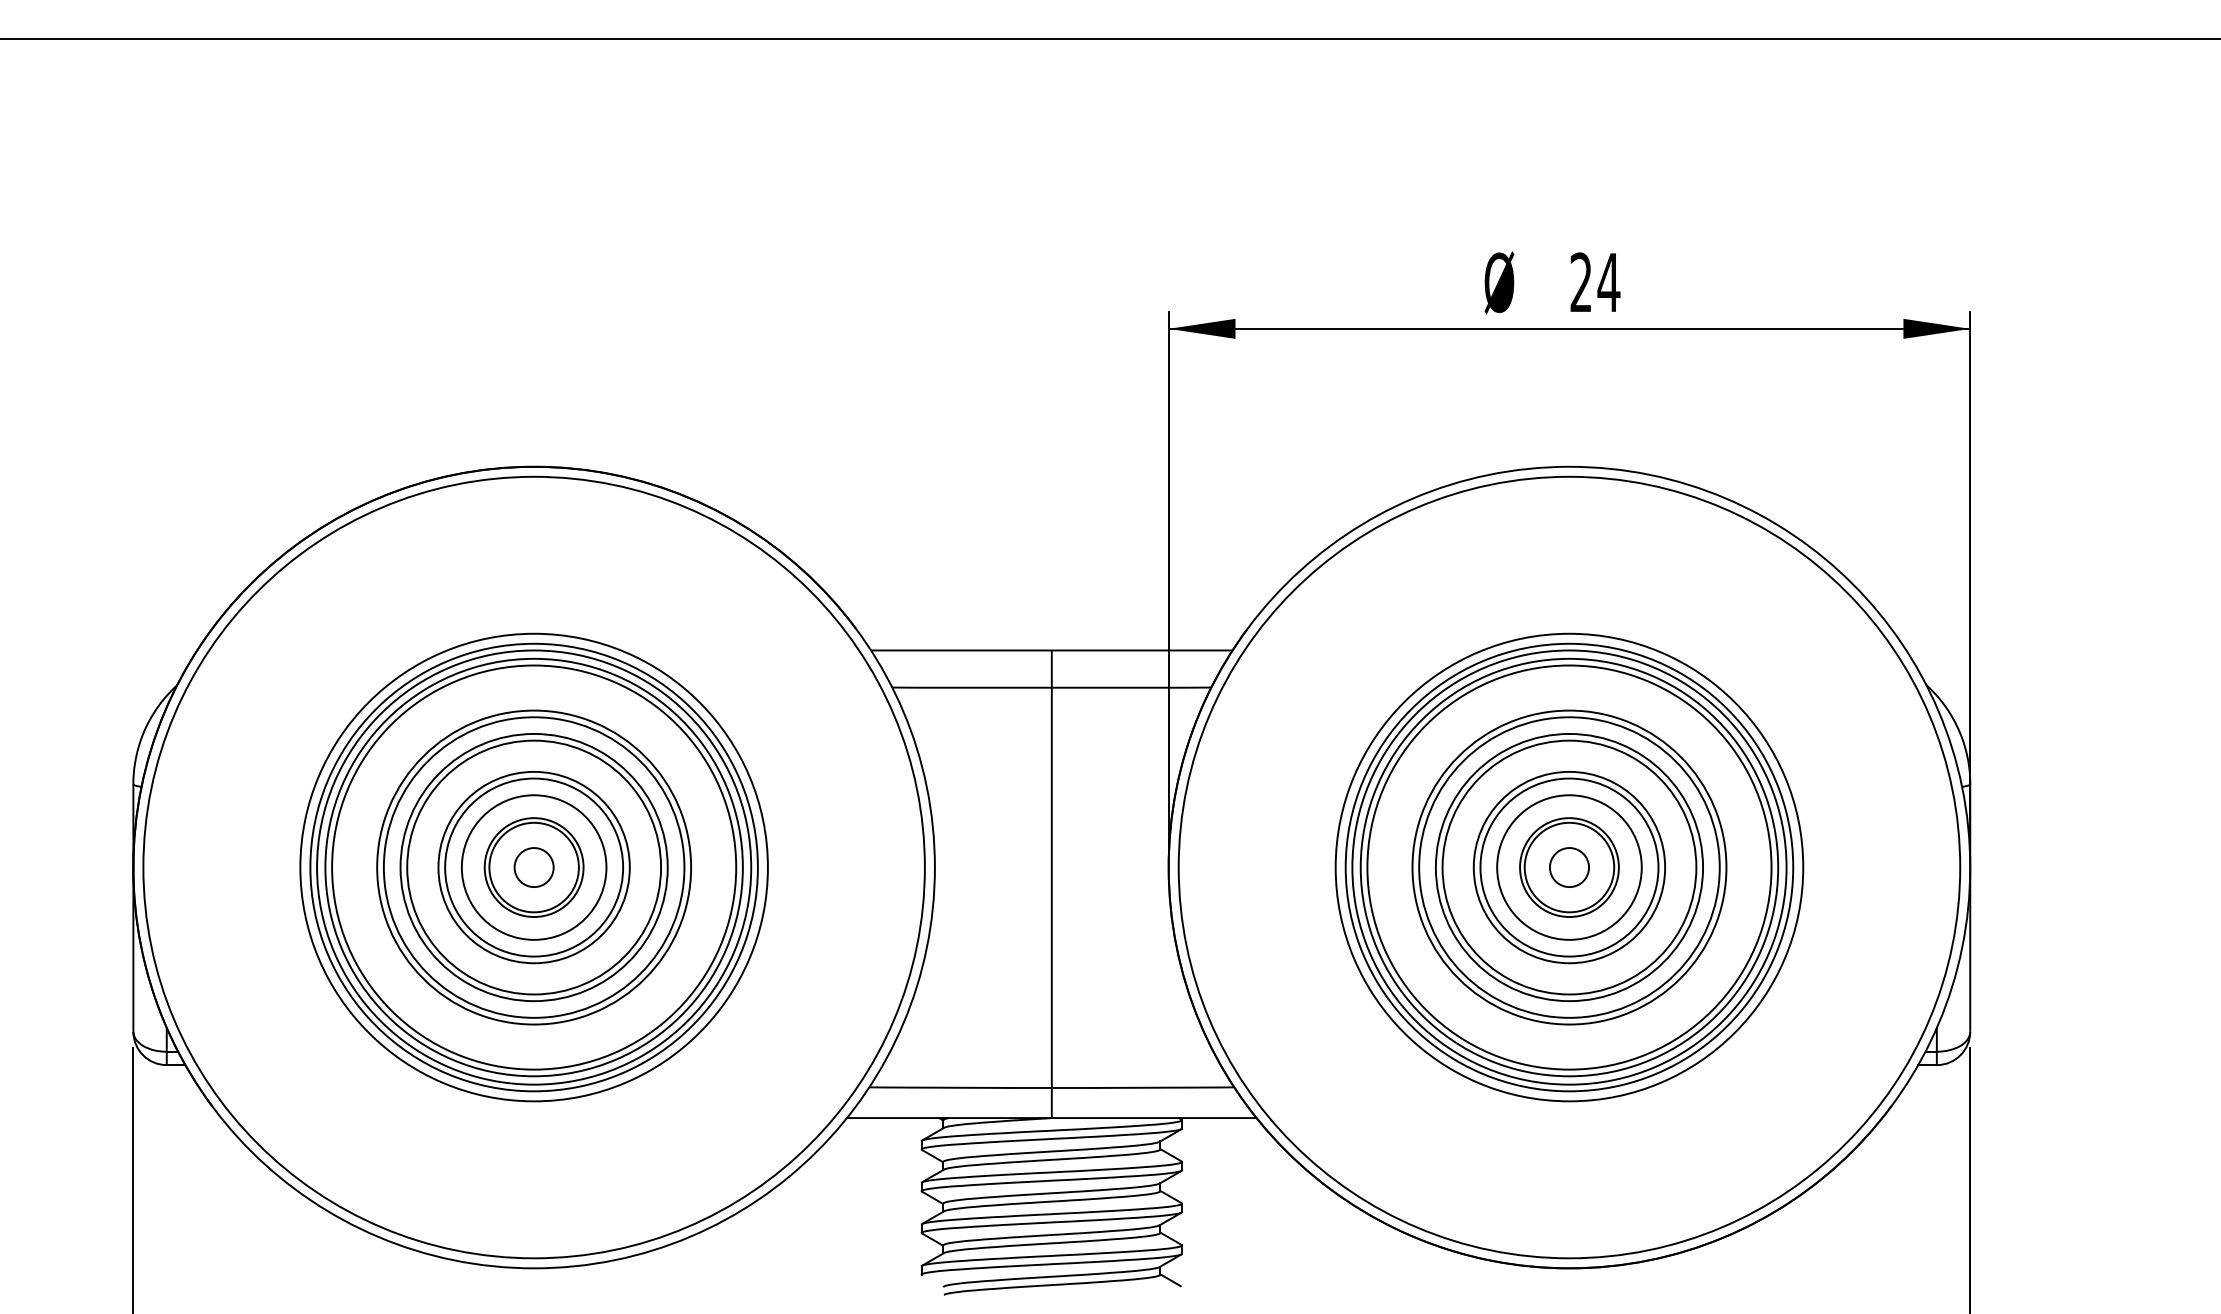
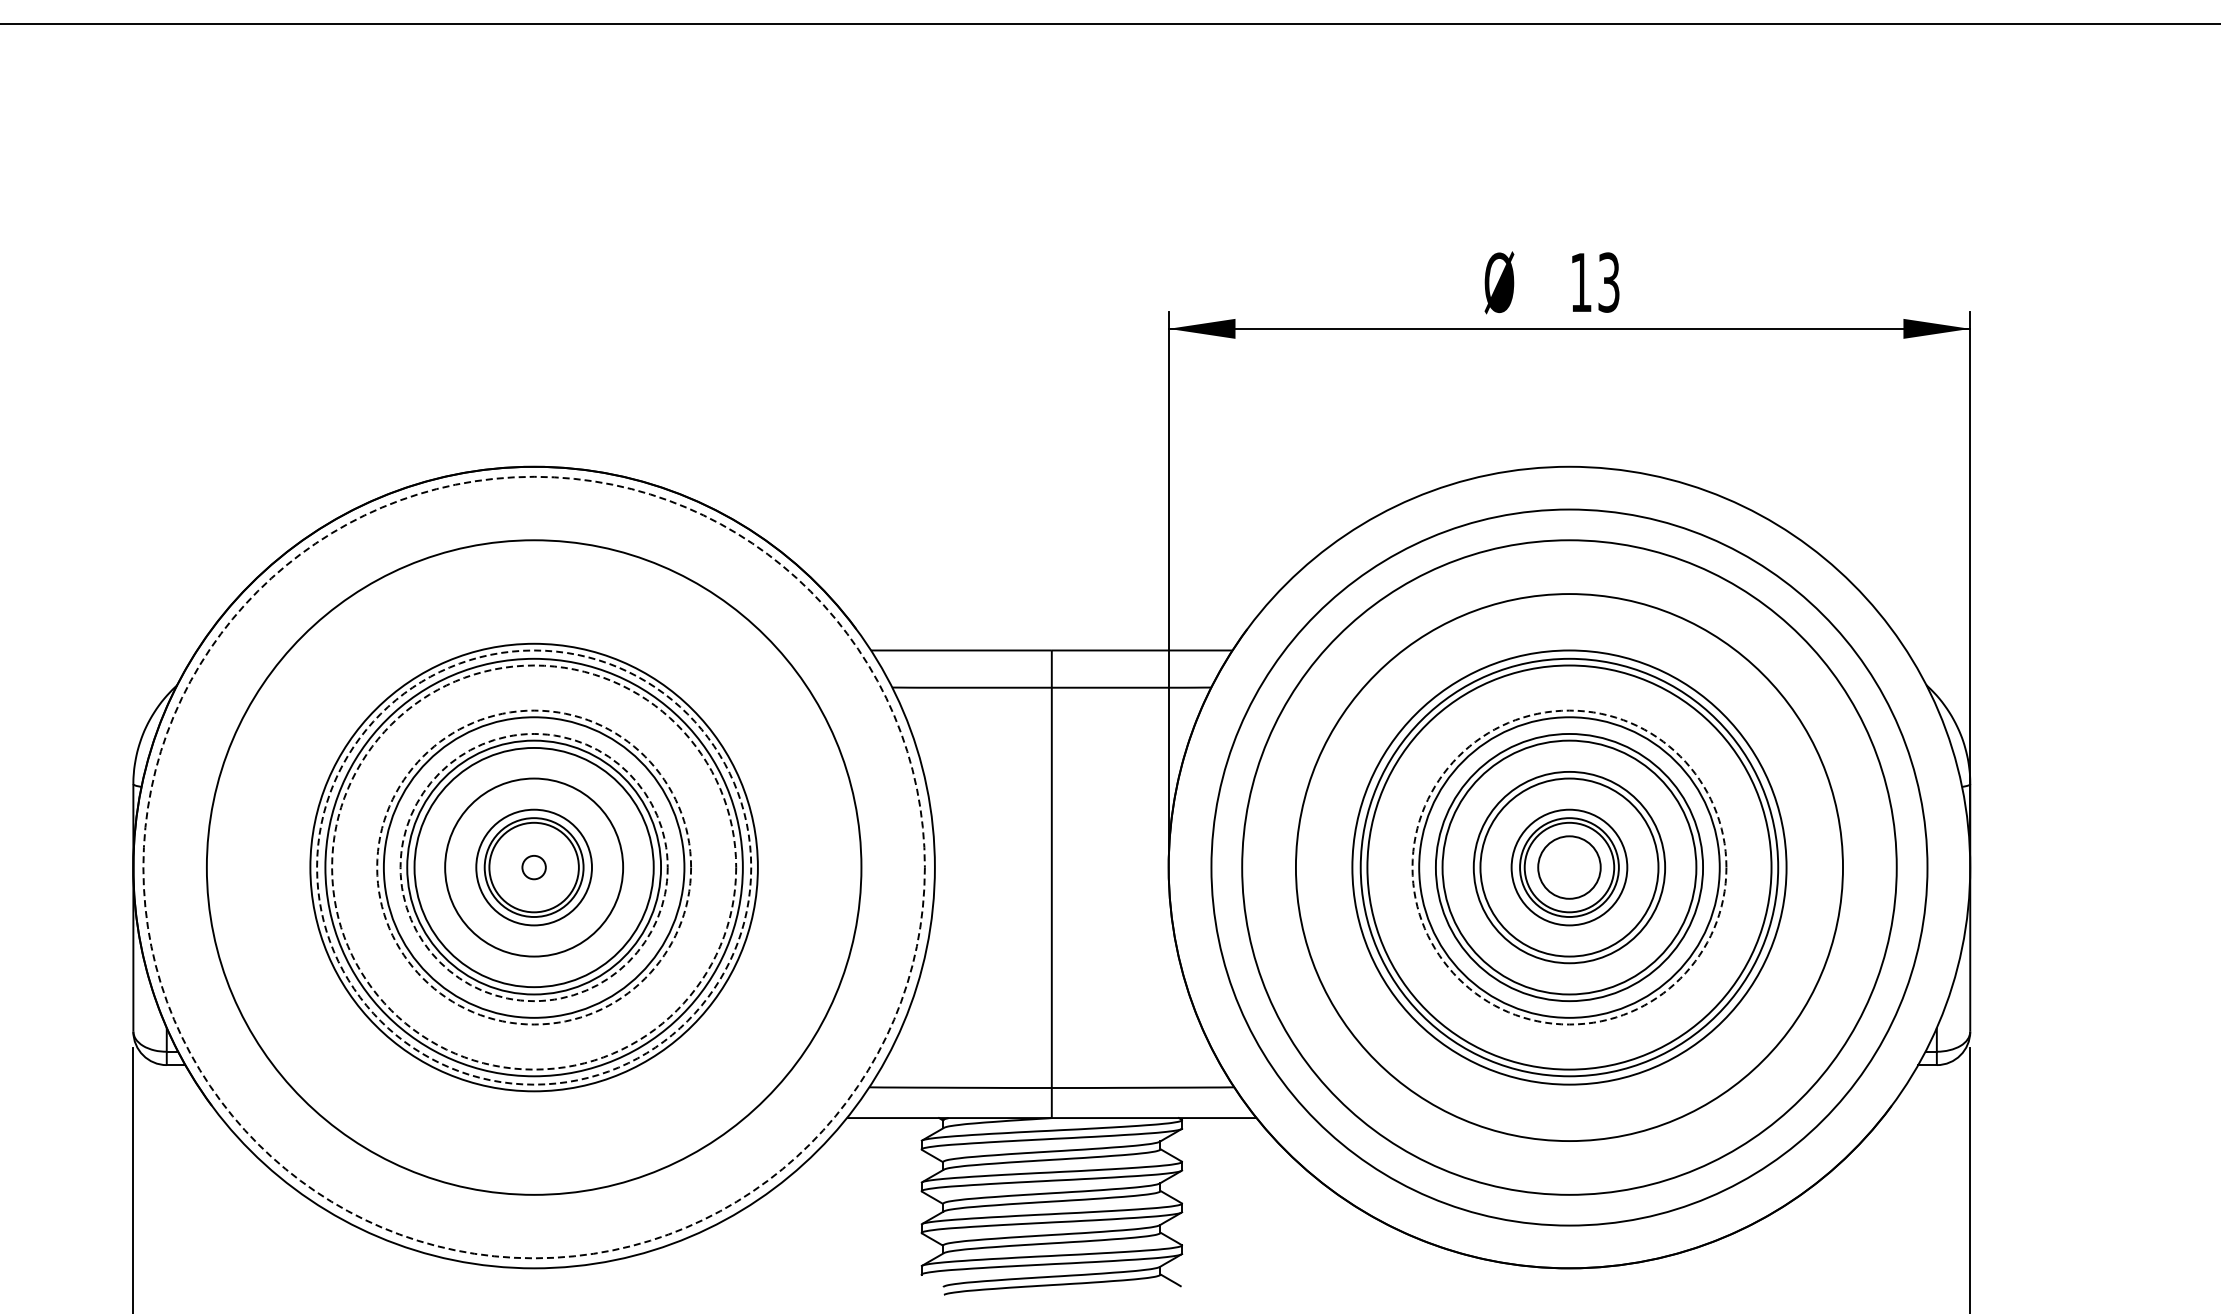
line at (1109, 39) position: (1109, 39) -> (1109, 24)
text at (1595, 282): 24 -> 13
circle at (533, 867) diameter: 145 px -> 116 px
circle at (533, 867) diameter: 191 px -> 239 px
circle at (533, 867) diameter: 39 px -> 23 px
circle at (533, 867) diameter: 468 px -> 655 px
circle at (533, 867): solid -> dashed
circle at (533, 867): solid -> dashed
circle at (534, 867): solid -> dashed
circle at (534, 867): solid -> dashed
circle at (534, 867): solid -> dashed
circle at (1569, 867) diameter: 145 px -> 116 px
circle at (1569, 867) diameter: 39 px -> 63 px
circle at (1569, 867) diameter: 448 px -> 716 px
circle at (1569, 867) diameter: 468 px -> 655 px
circle at (1569, 867) diameter: 782 px -> 547 px
circle at (1569, 867): solid -> dashed
